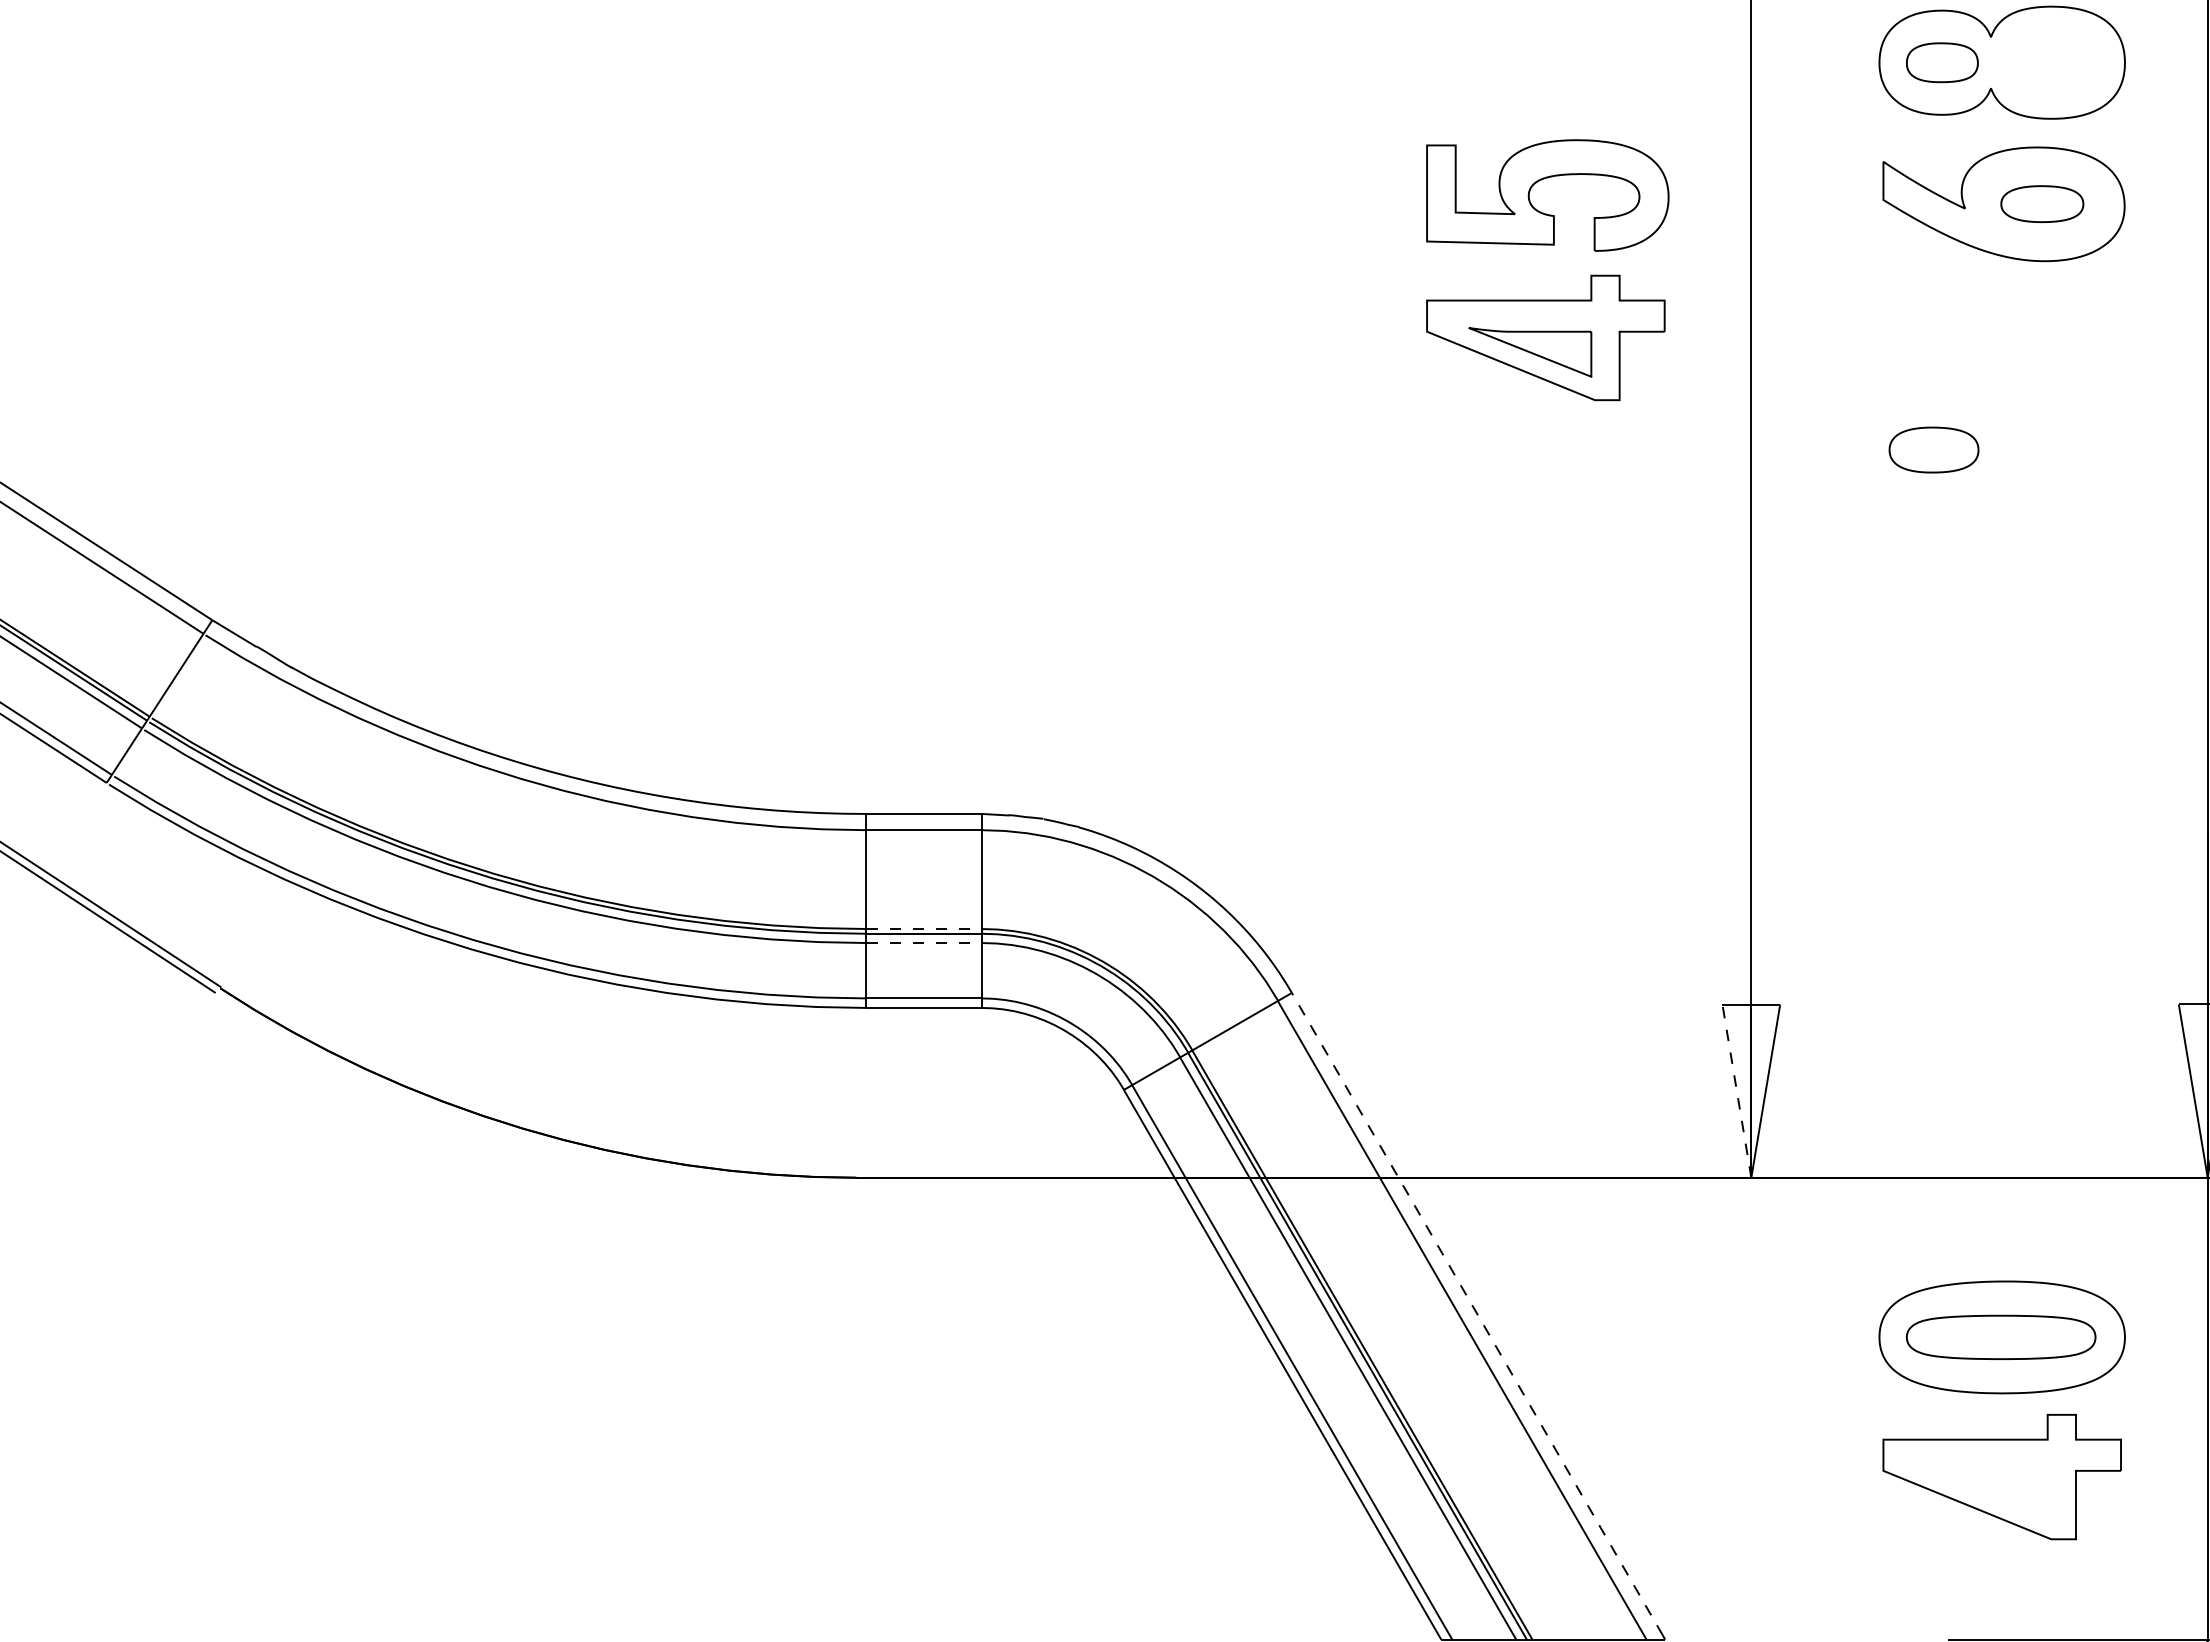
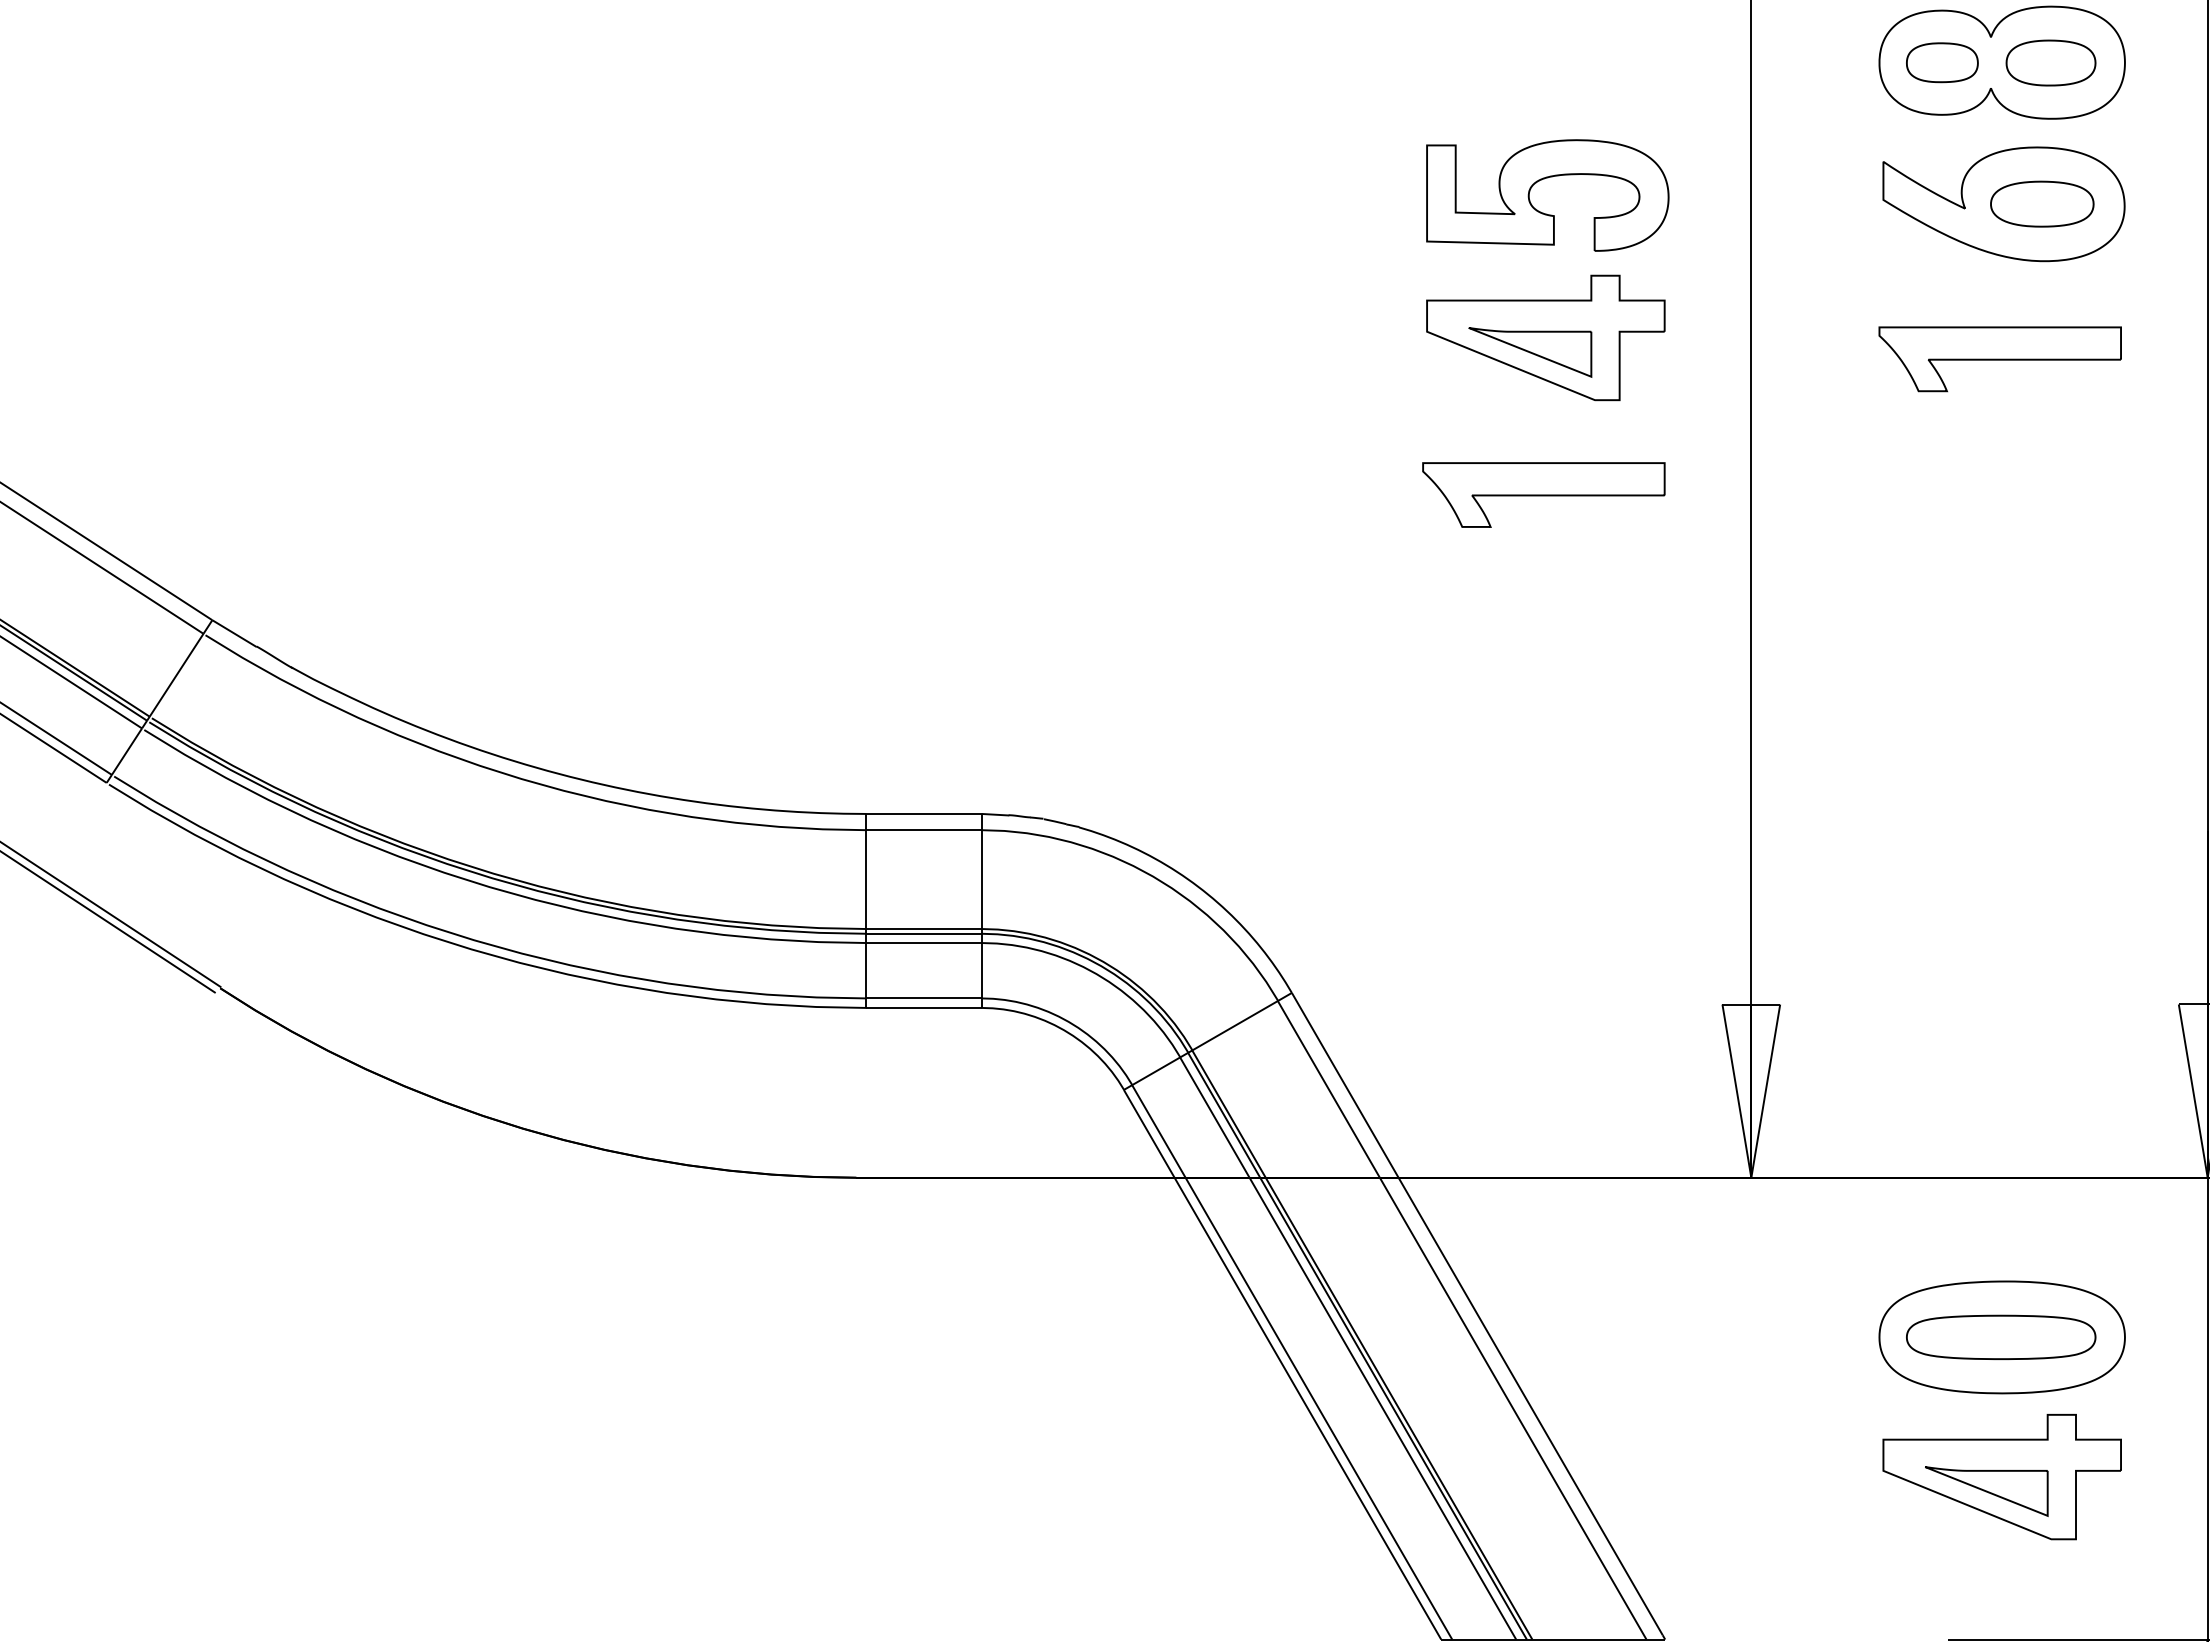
part at (2042, 203) size: 85x38 px -> 105x48 px
part at (1999, 359): none -> present
part at (1933, 449) position: (1933, 449) -> (2050, 62)
part at (1543, 494): none -> present
line at (924, 929): dashed -> solid
line at (924, 943): dashed -> solid
line at (1736, 1091): dashed -> solid
line at (1477, 1314): dashed -> solid
part at (1986, 1491): none -> present
